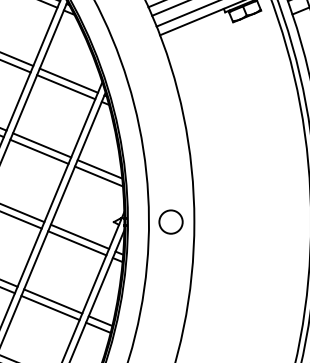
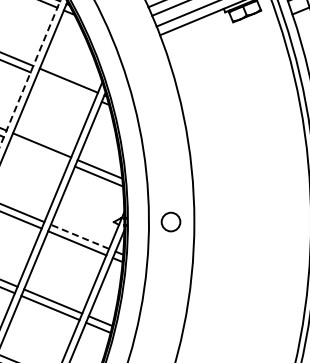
line at (30, 73): solid -> dashed
line at (66, 87): present -> none
line at (39, 151): present -> none
circle at (170, 221) size: 26x26 px -> 22x22 px
line at (79, 236): solid -> dashed
